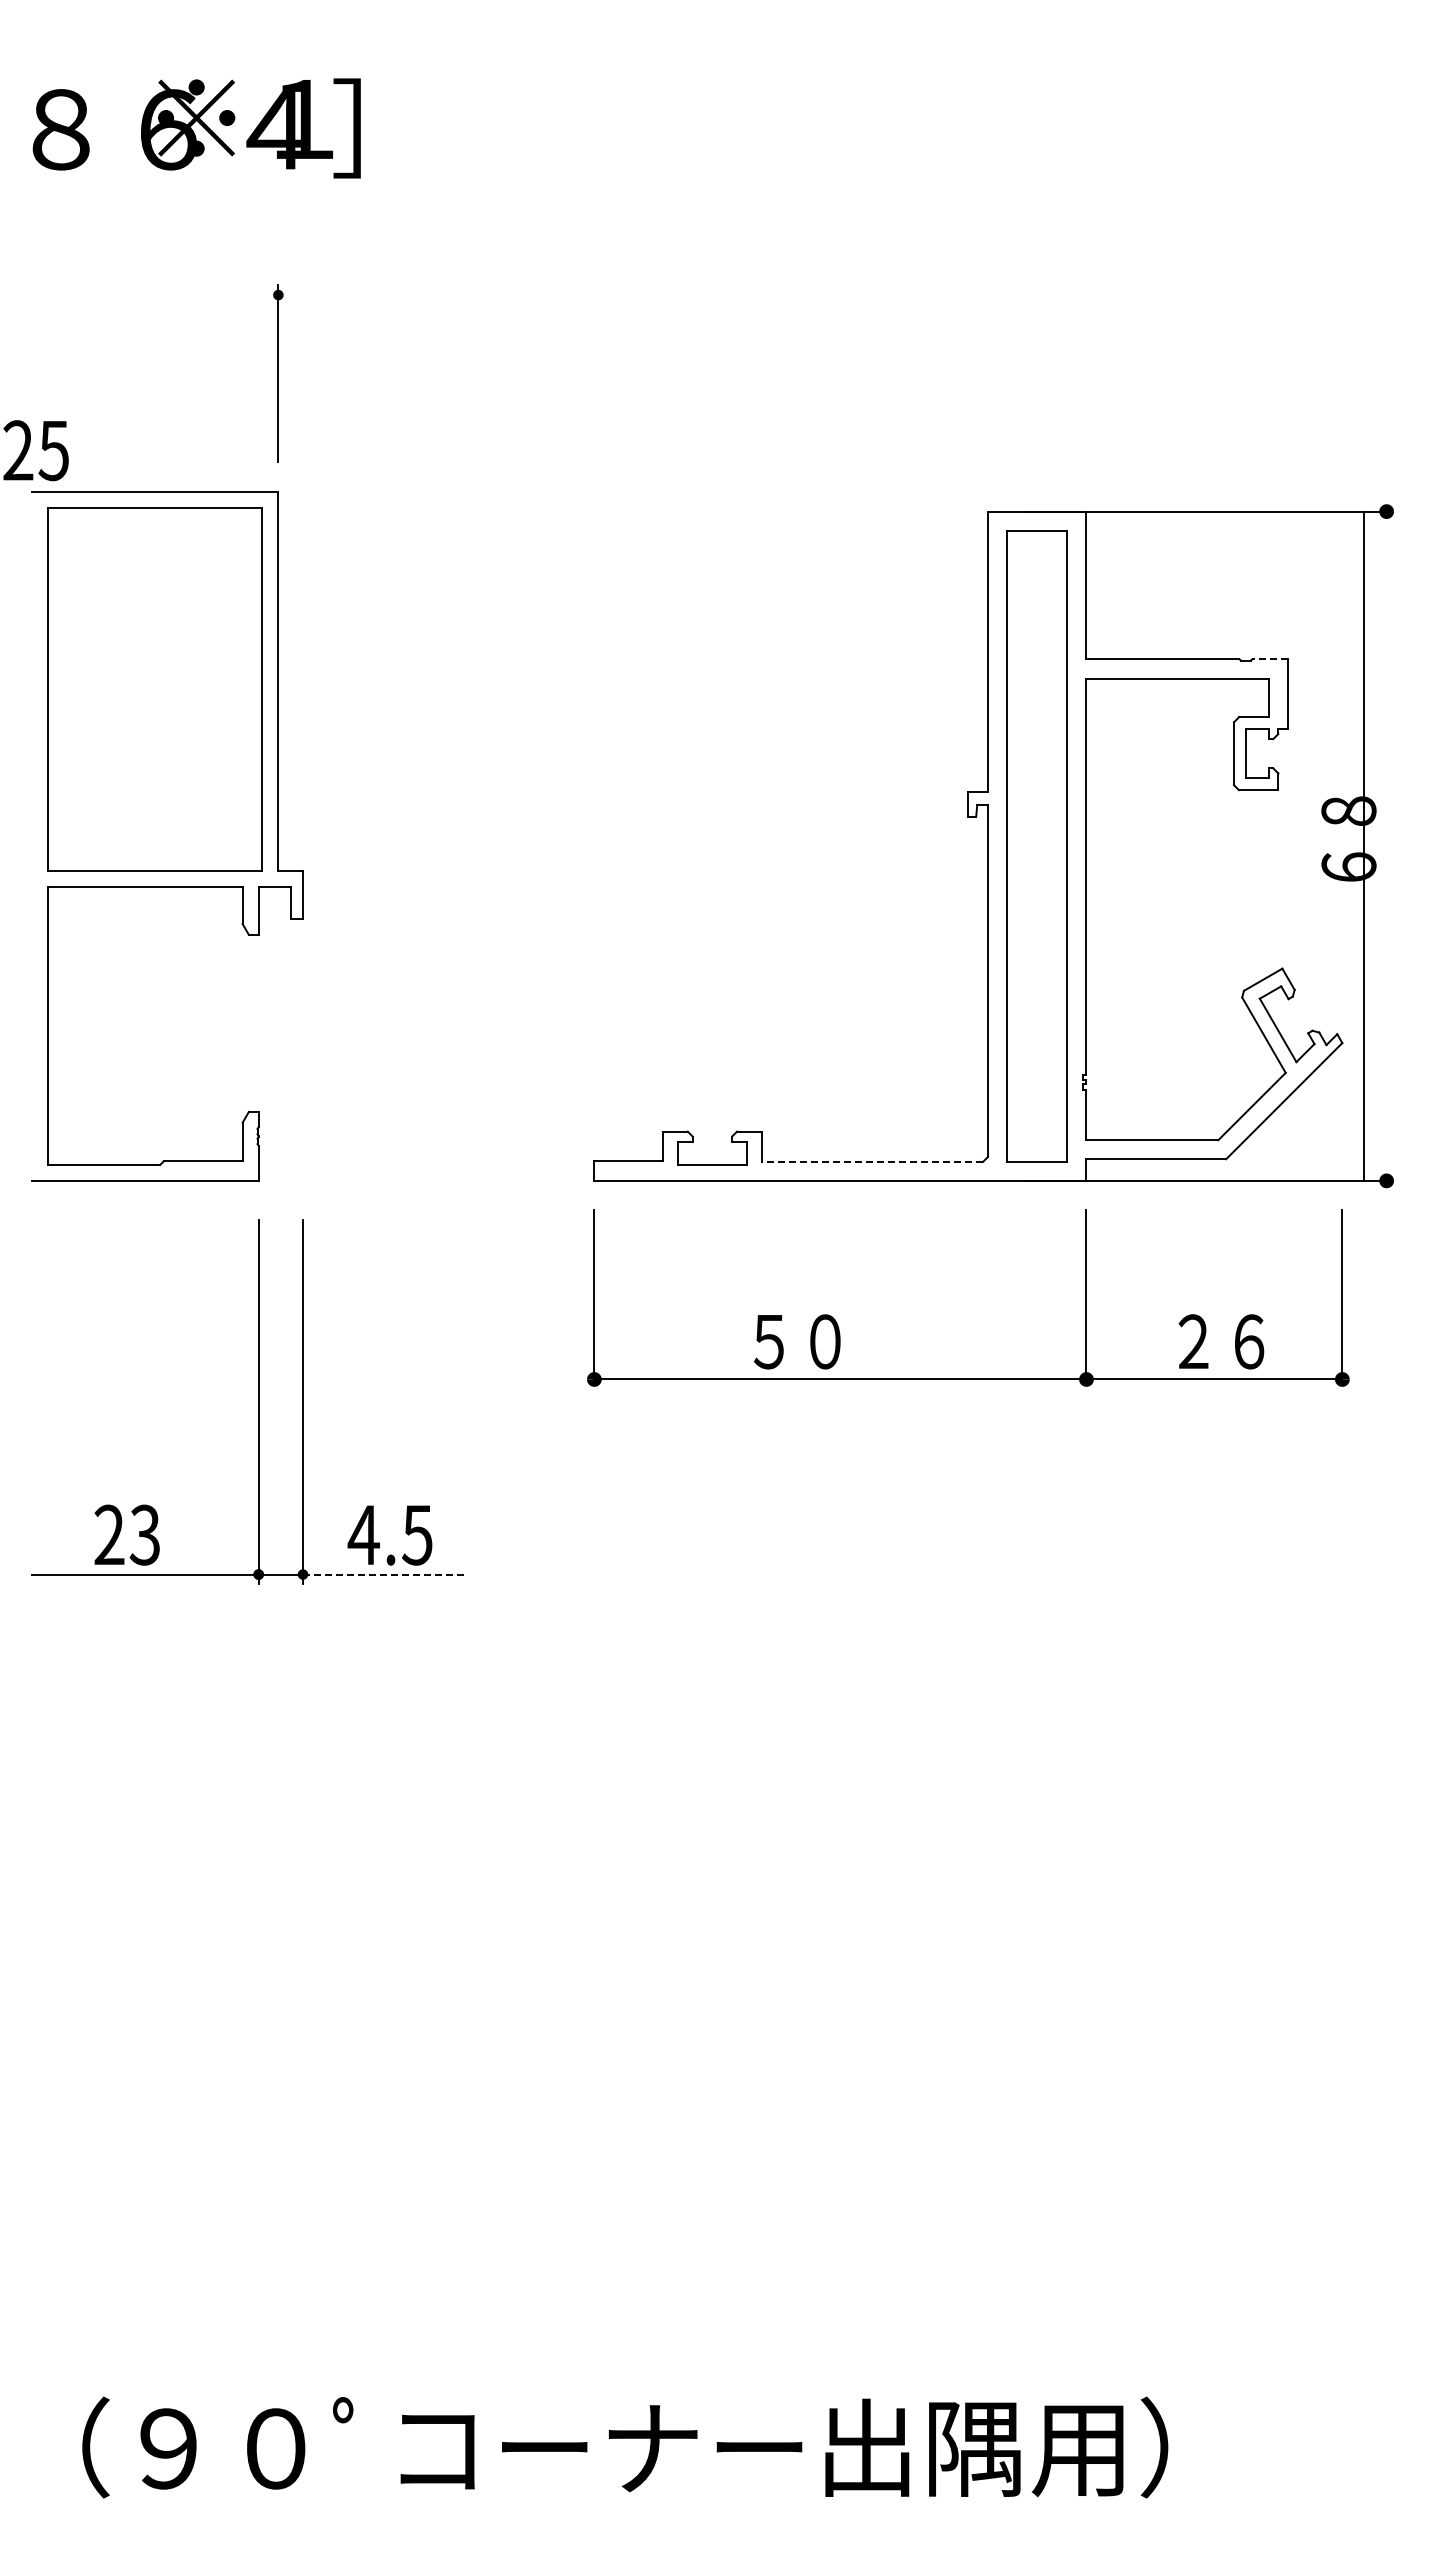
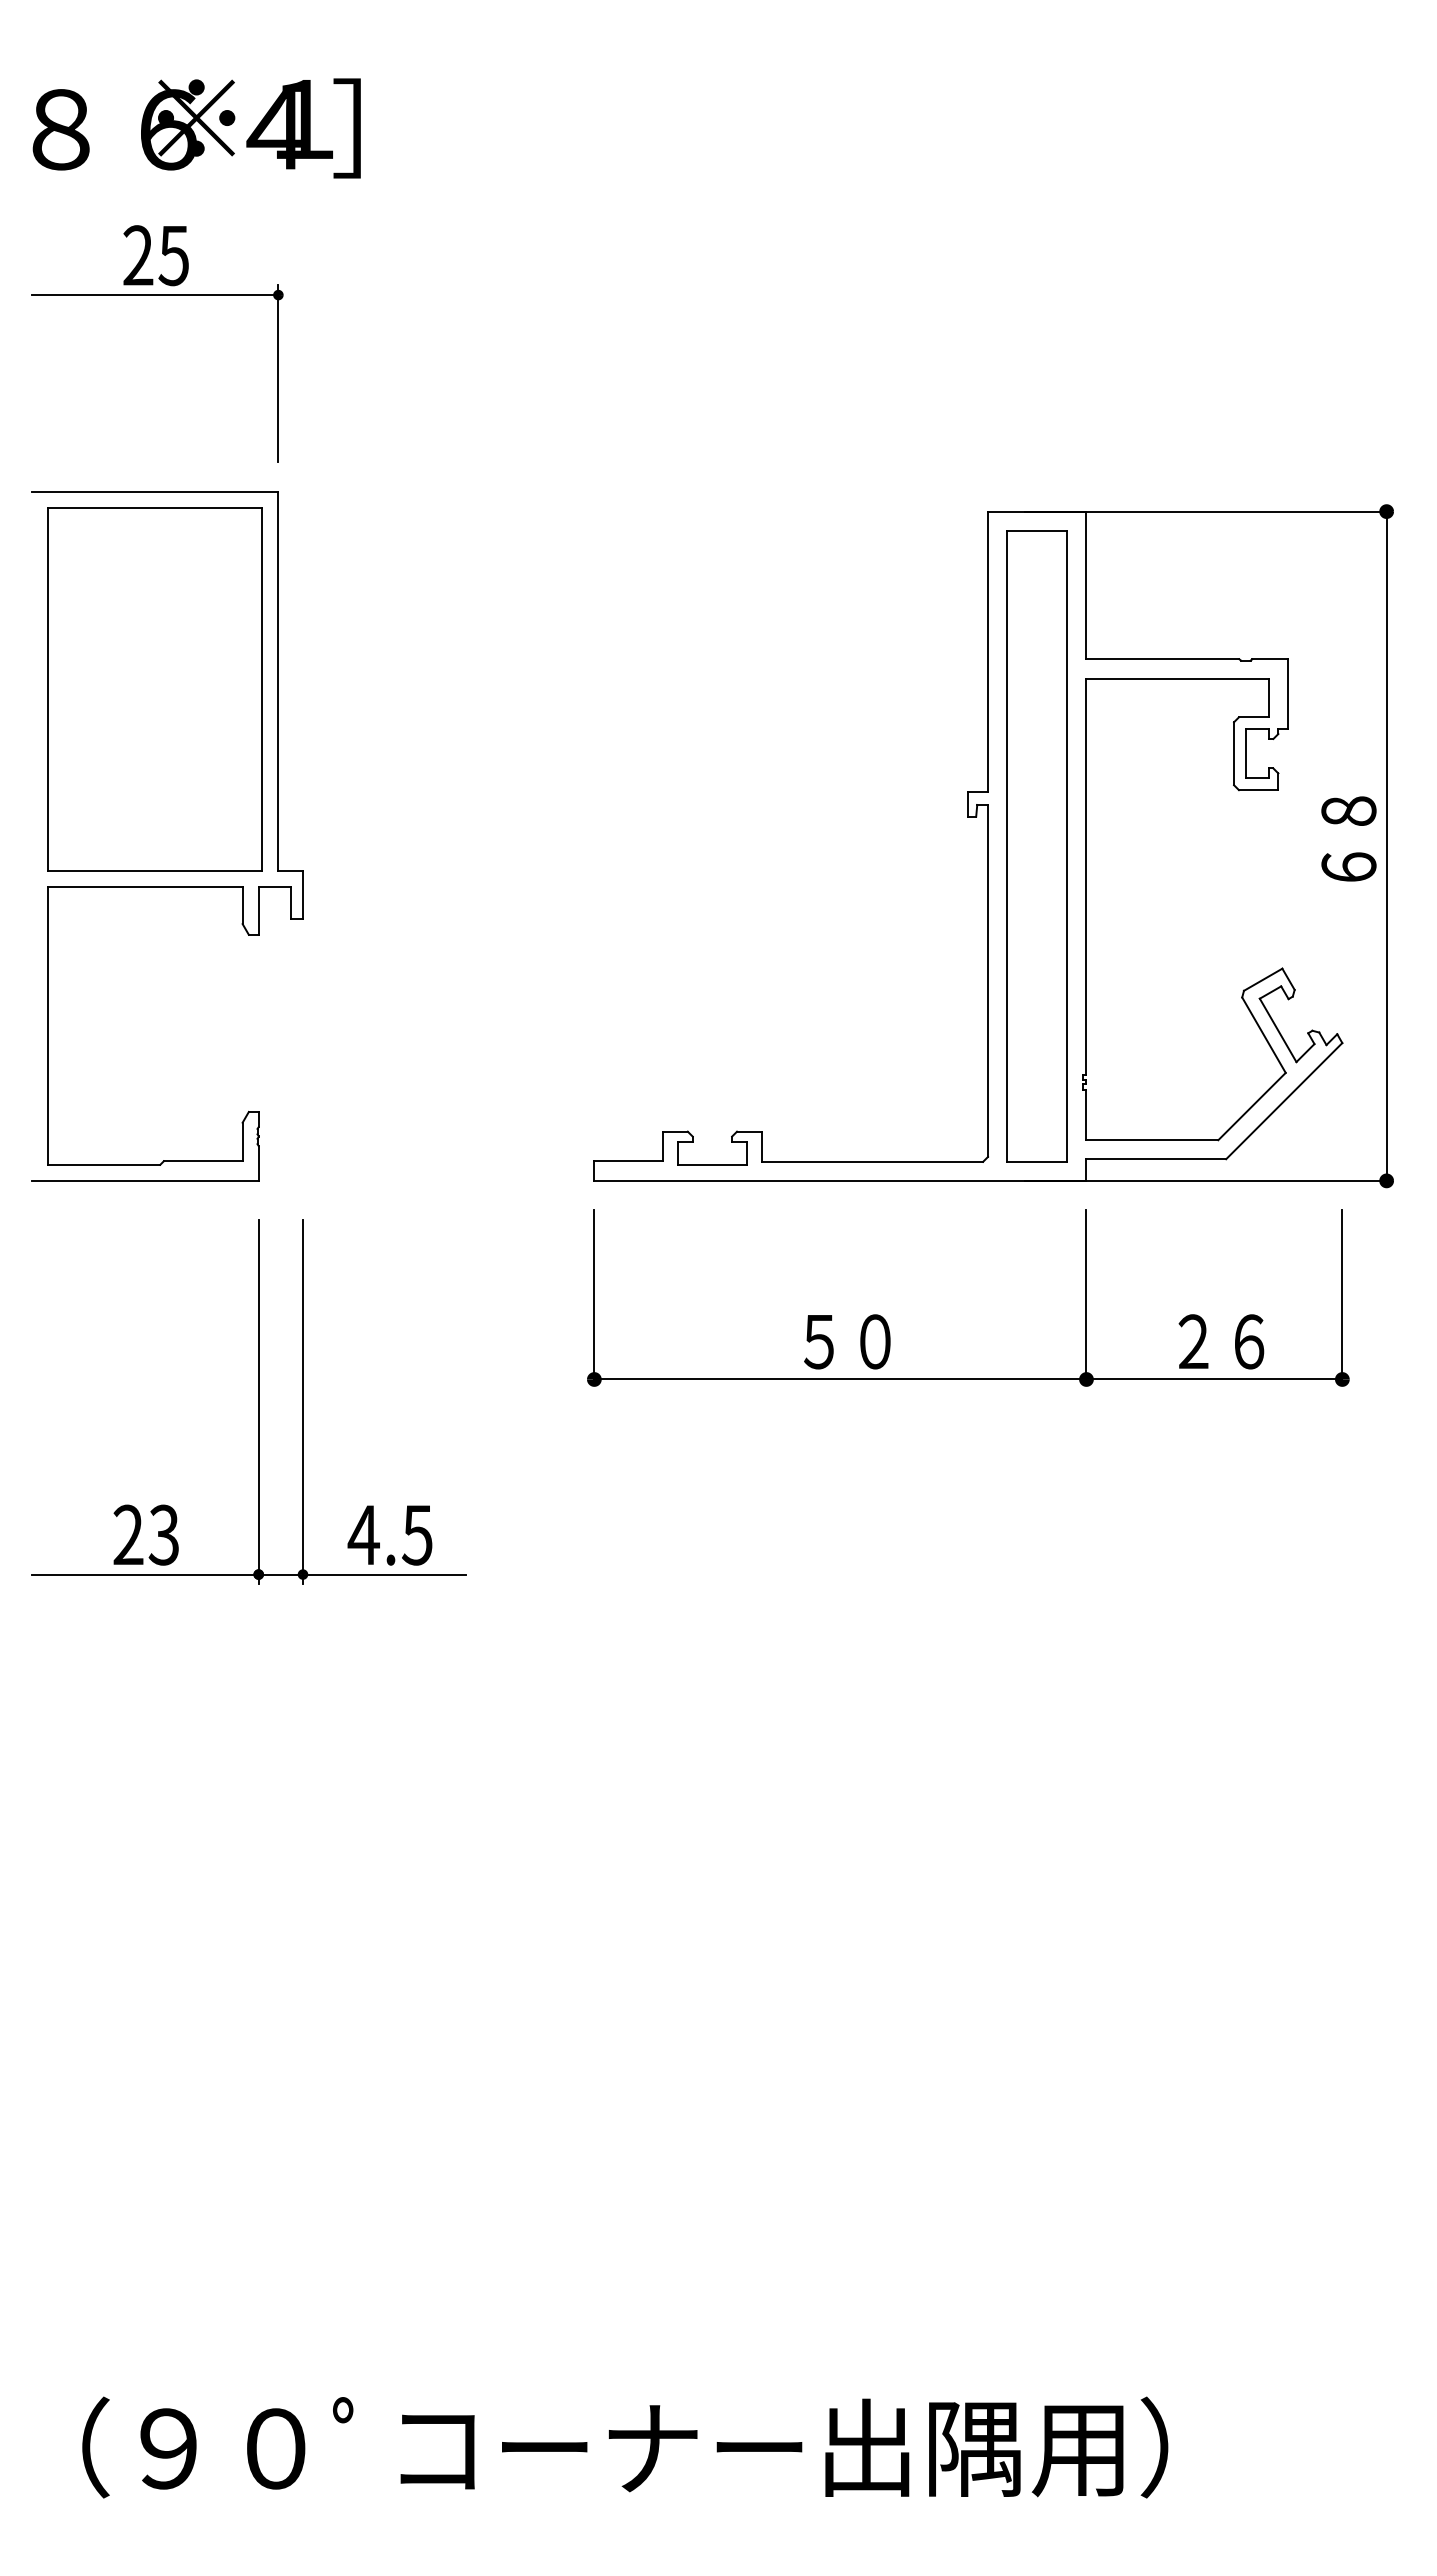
line at (155, 295): none -> present
text at (35, 450) position: (35, 450) -> (155, 255)
line at (1270, 659): dashed -> solid
line at (1363, 845) position: (1363, 845) -> (1386, 845)
line at (872, 1161): dashed -> solid
text at (797, 1341) position: (797, 1341) -> (847, 1341)
text at (126, 1534) position: (126, 1534) -> (145, 1534)
line at (384, 1574): dashed -> solid
